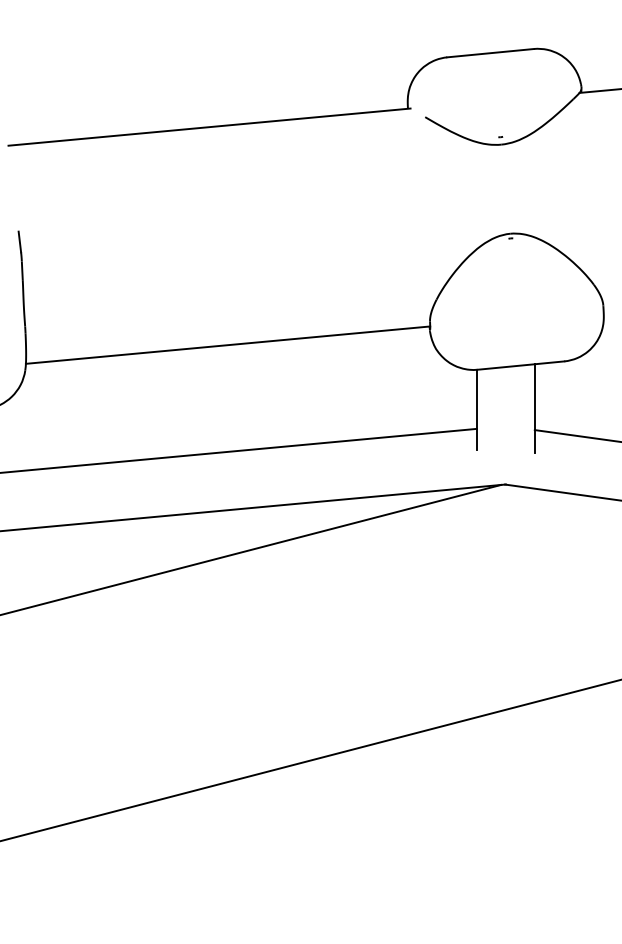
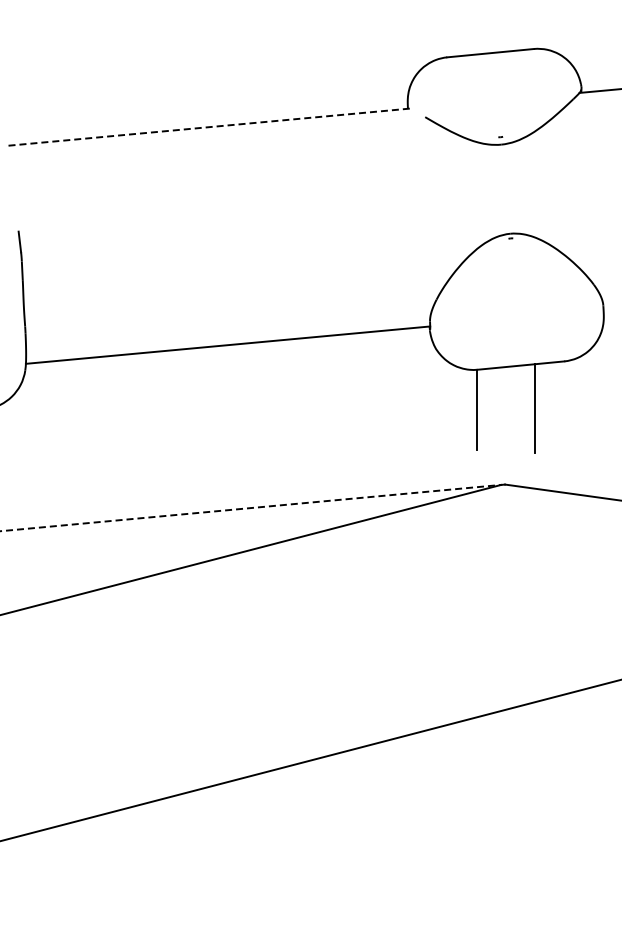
line at (209, 127): solid -> dashed
line at (576, 435): present -> none
line at (239, 450): present -> none
line at (253, 507): solid -> dashed
